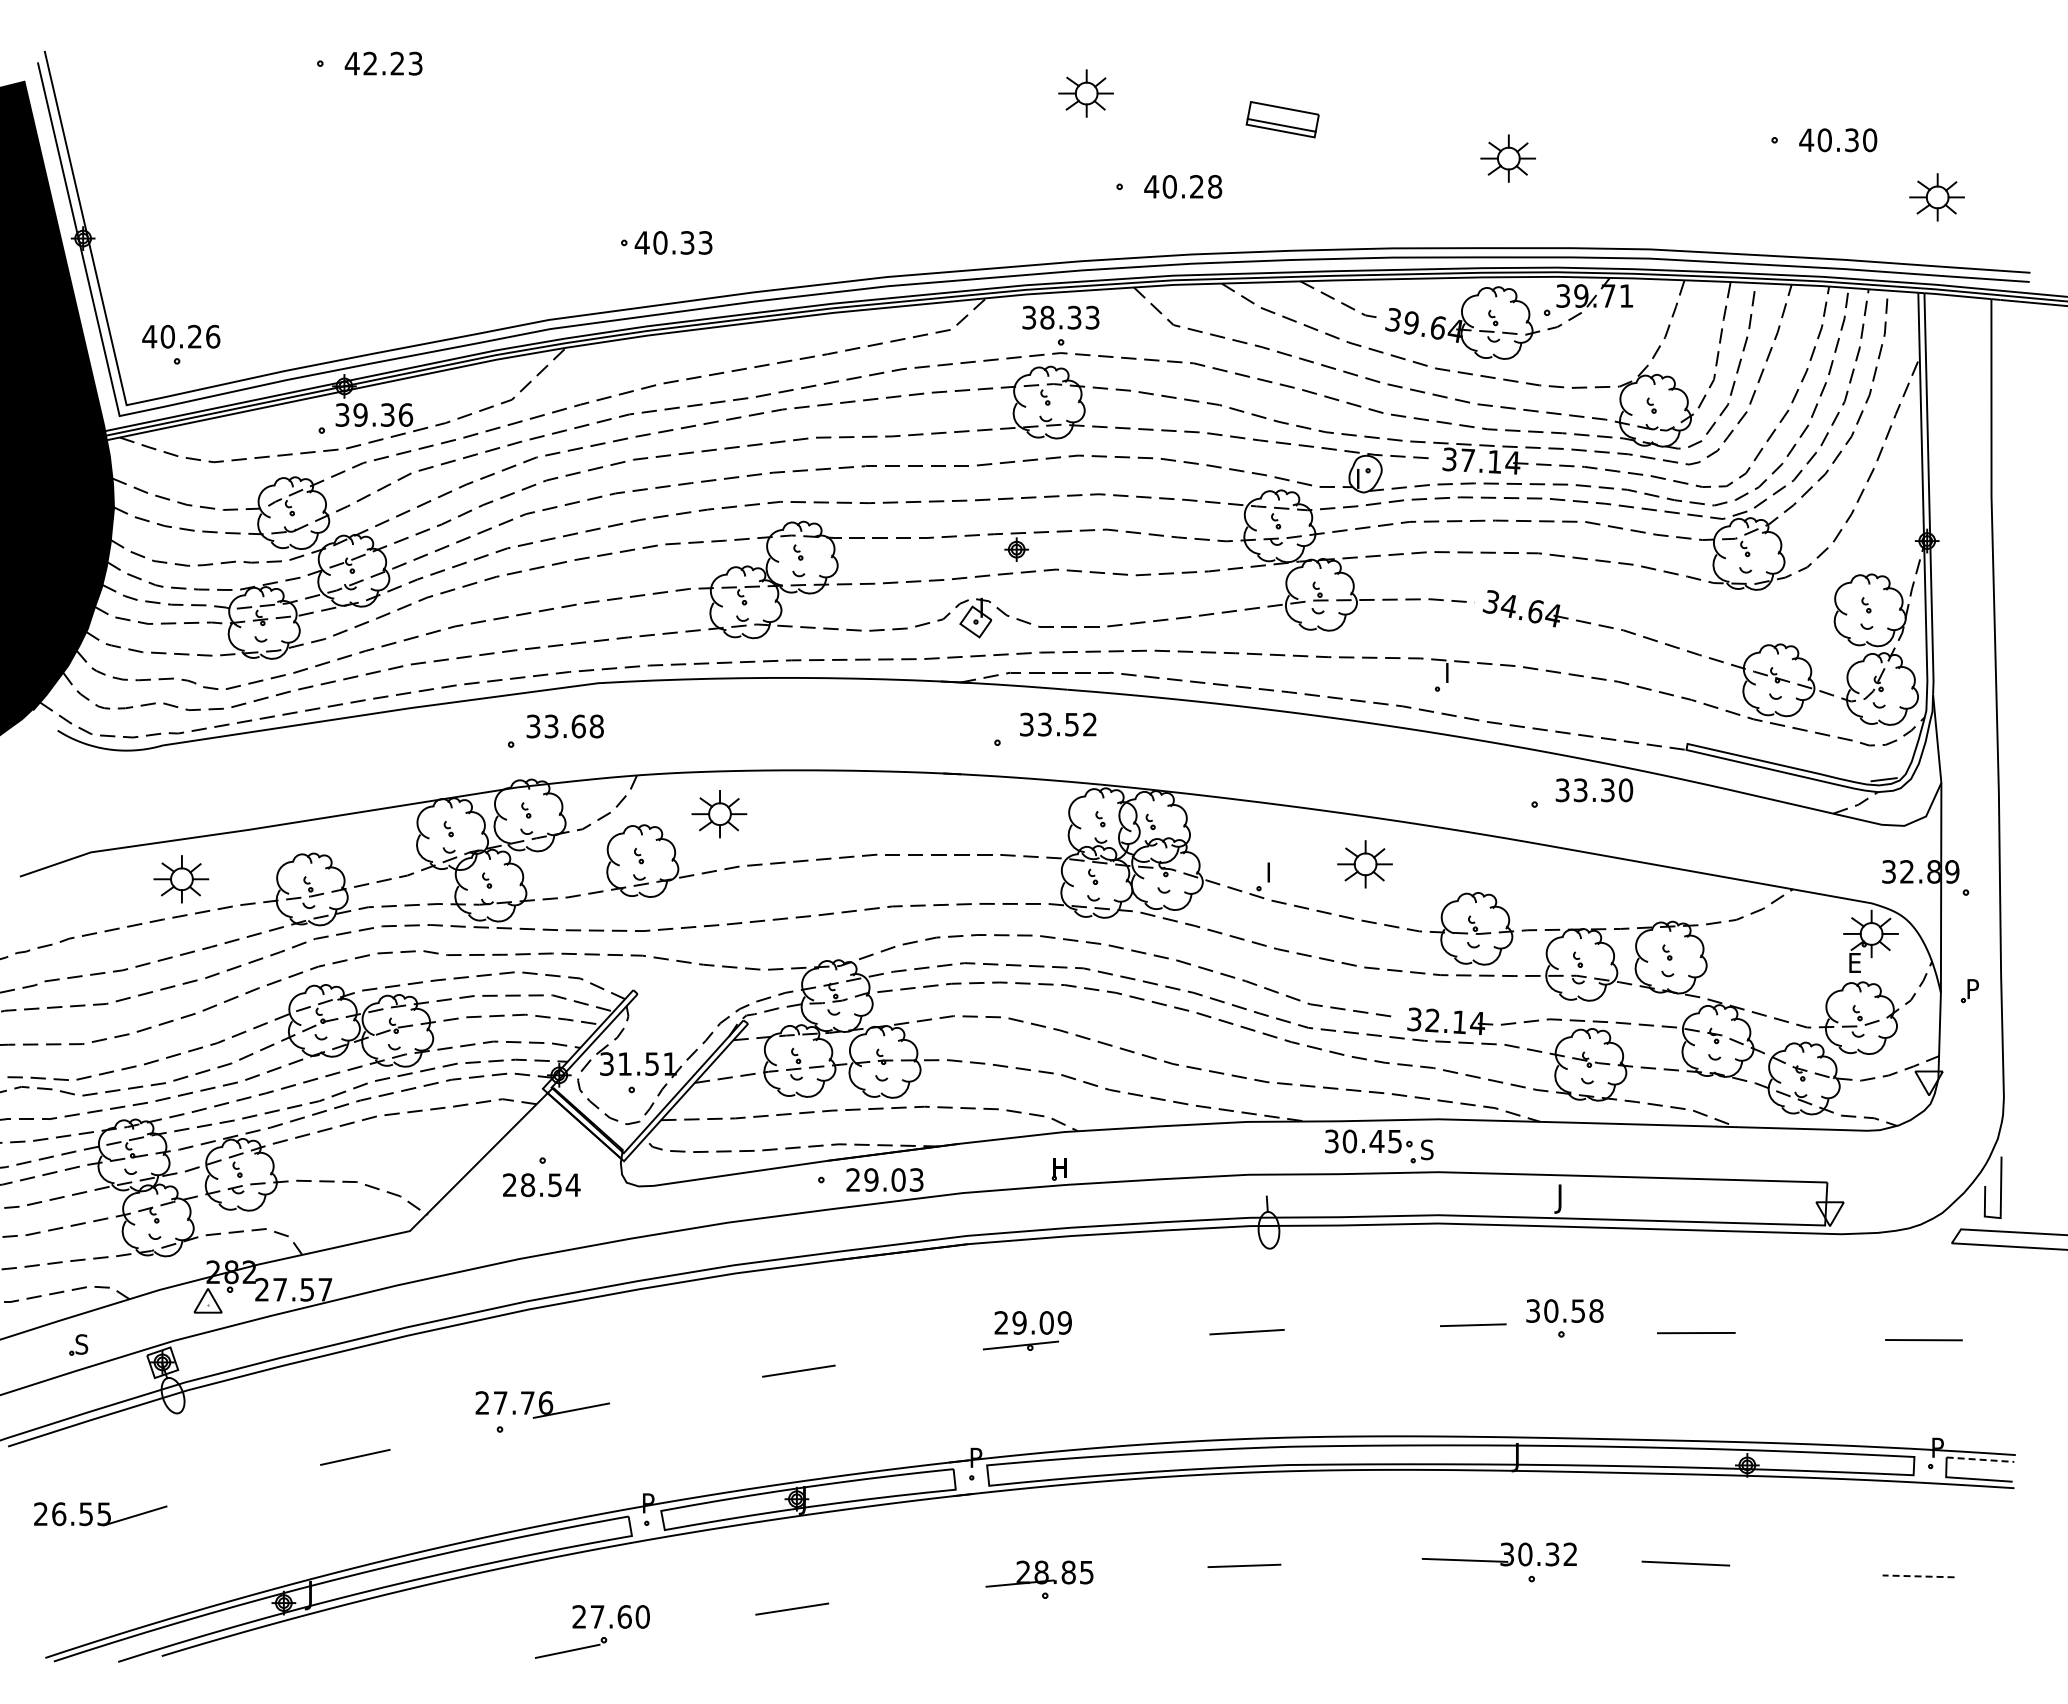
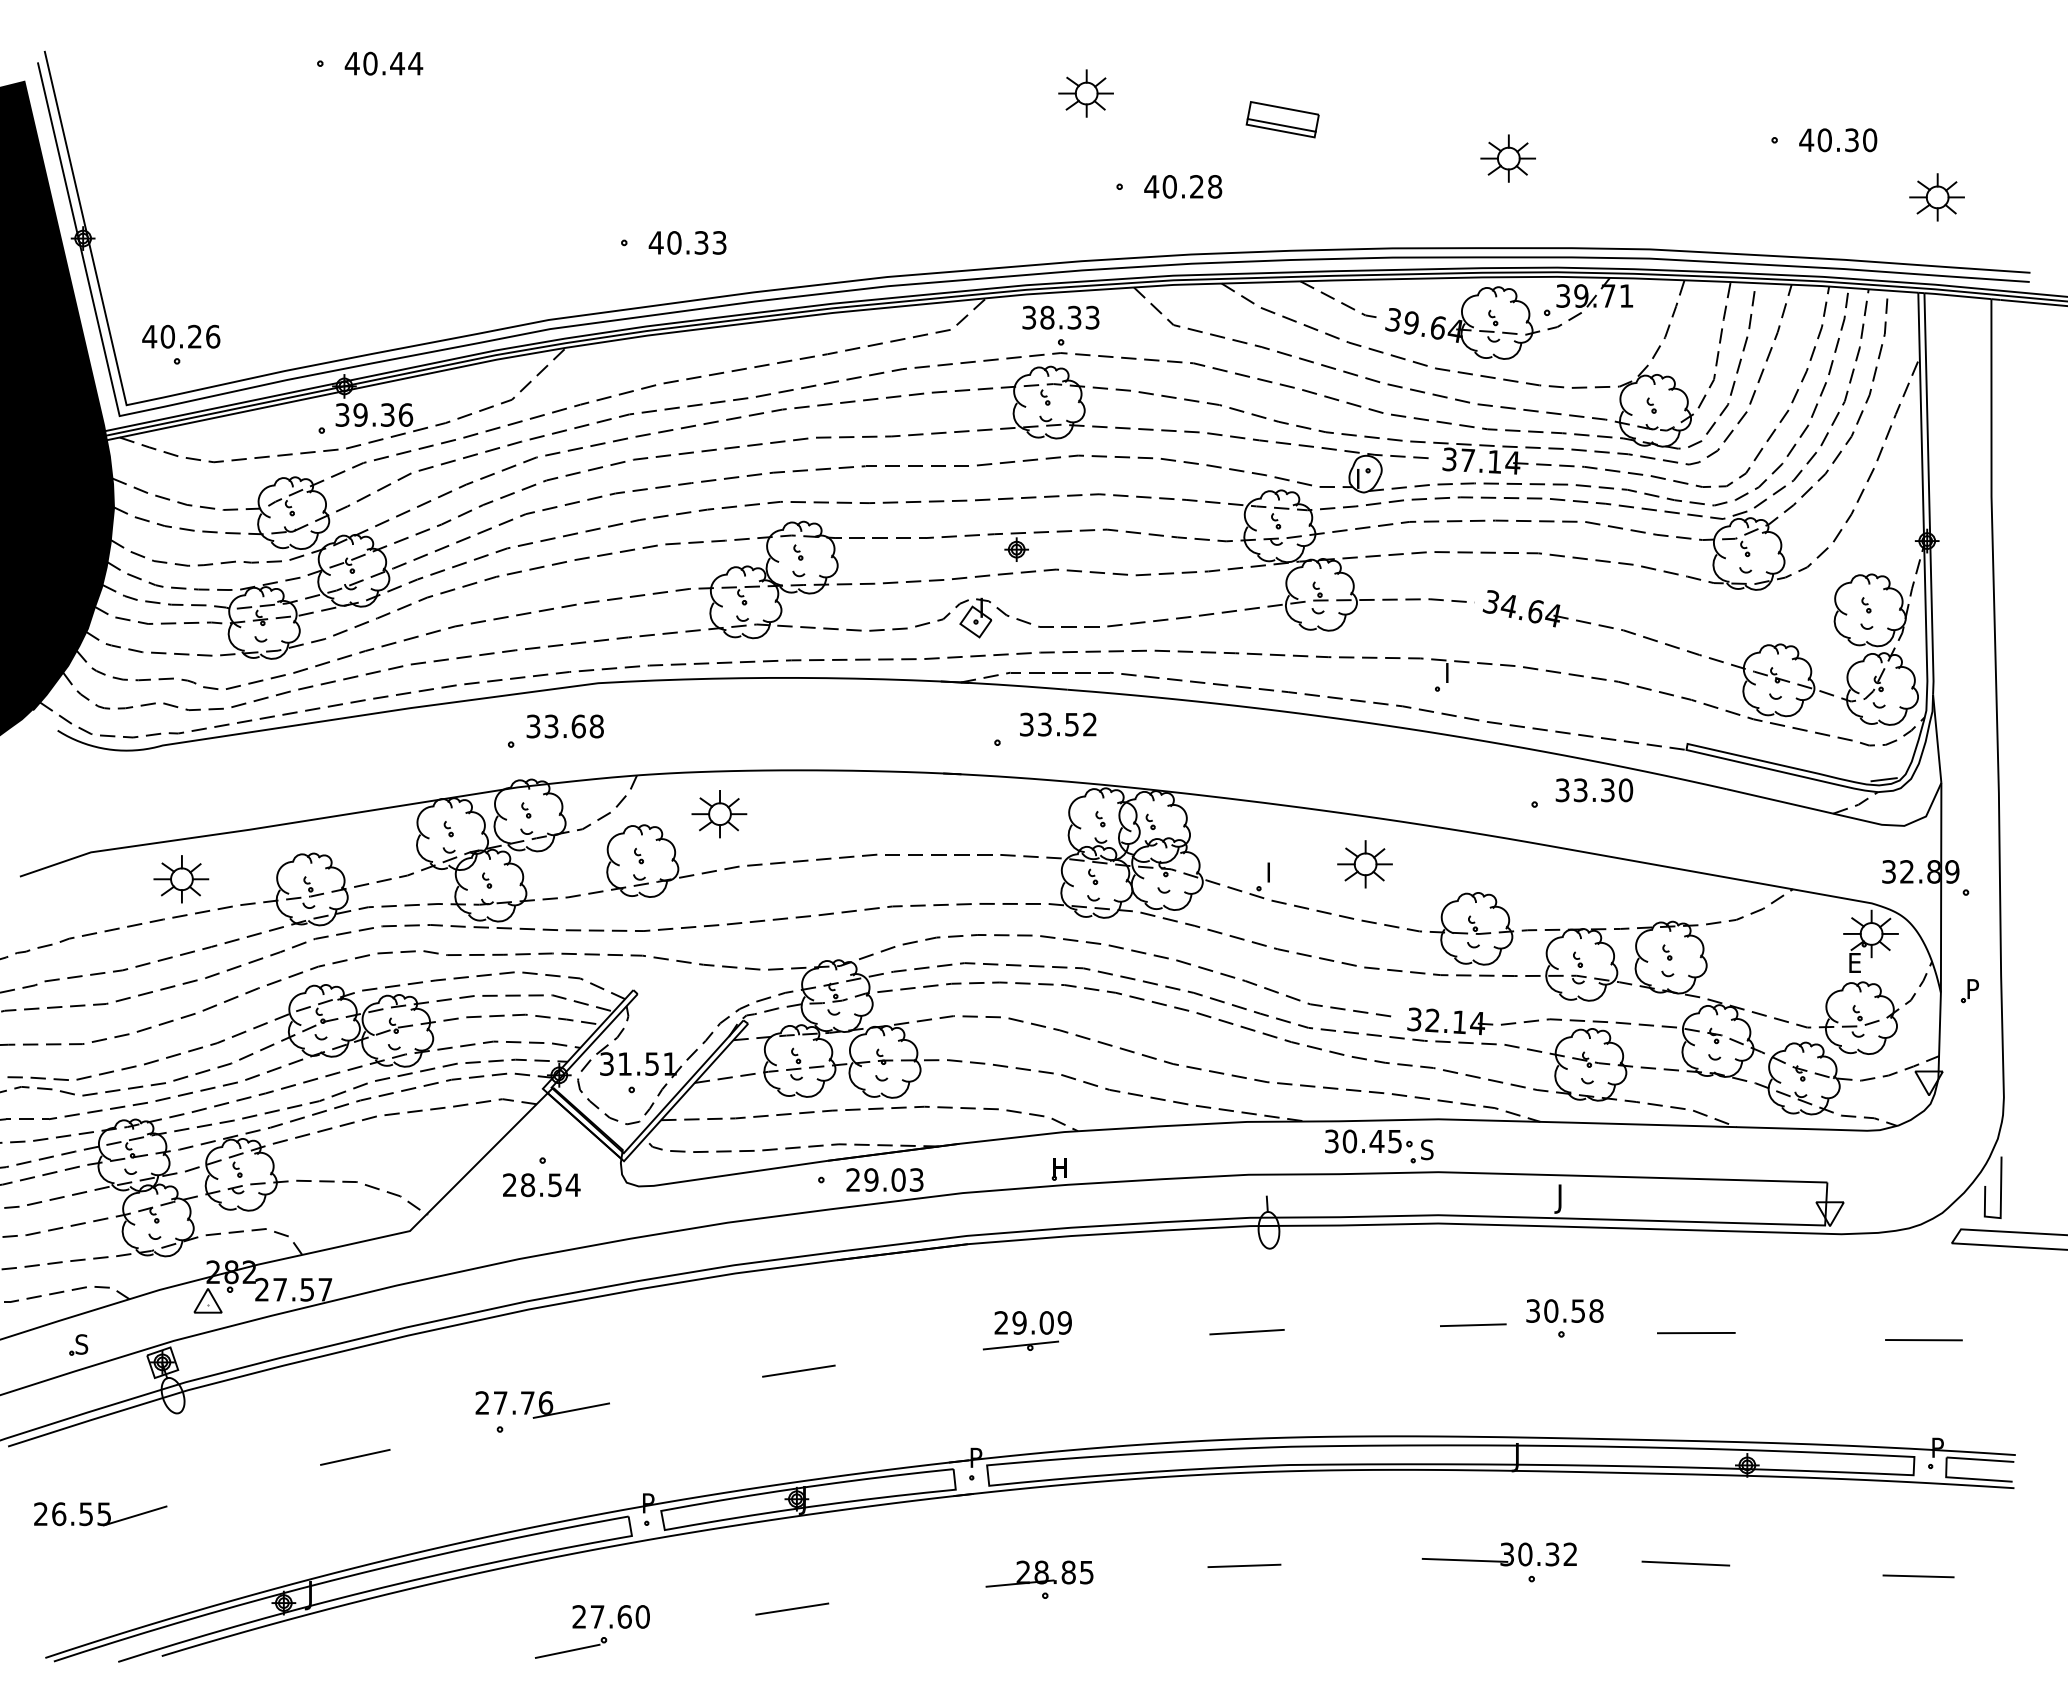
text at (393, 63): 42.23 -> 40.44
text at (673, 242) position: (673, 242) -> (687, 242)
line at (1980, 1459): dashed -> solid
line at (1918, 1576): dashed -> solid
